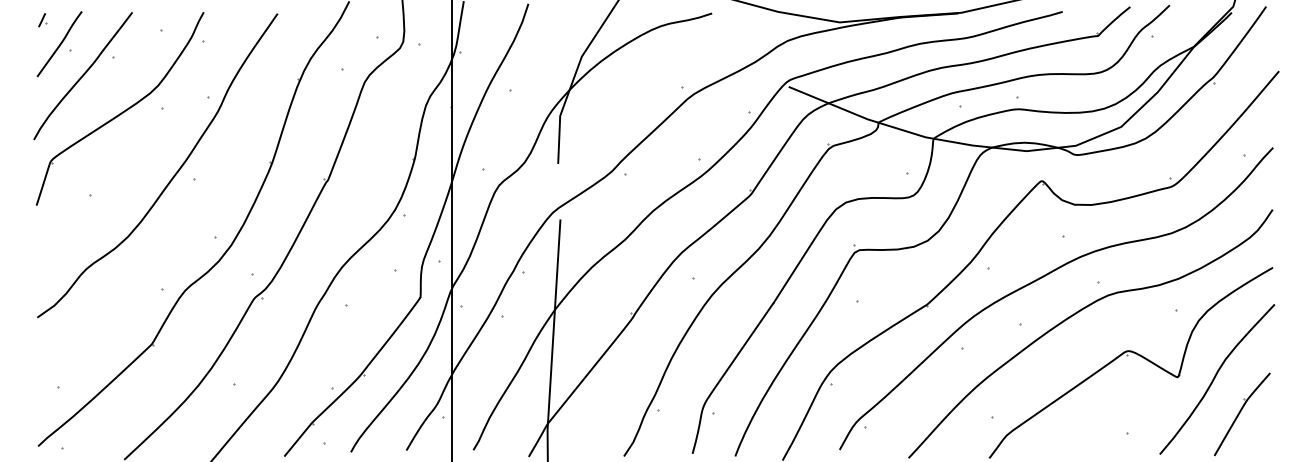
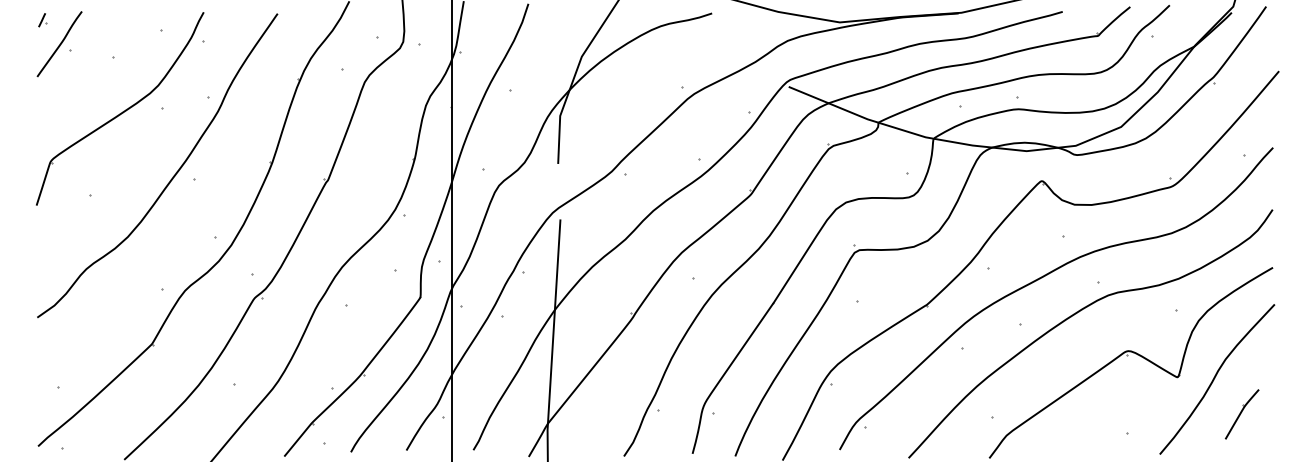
curve at (82, 76): present -> none
part at (1241, 414) size: 58x85 px -> 36x51 px
